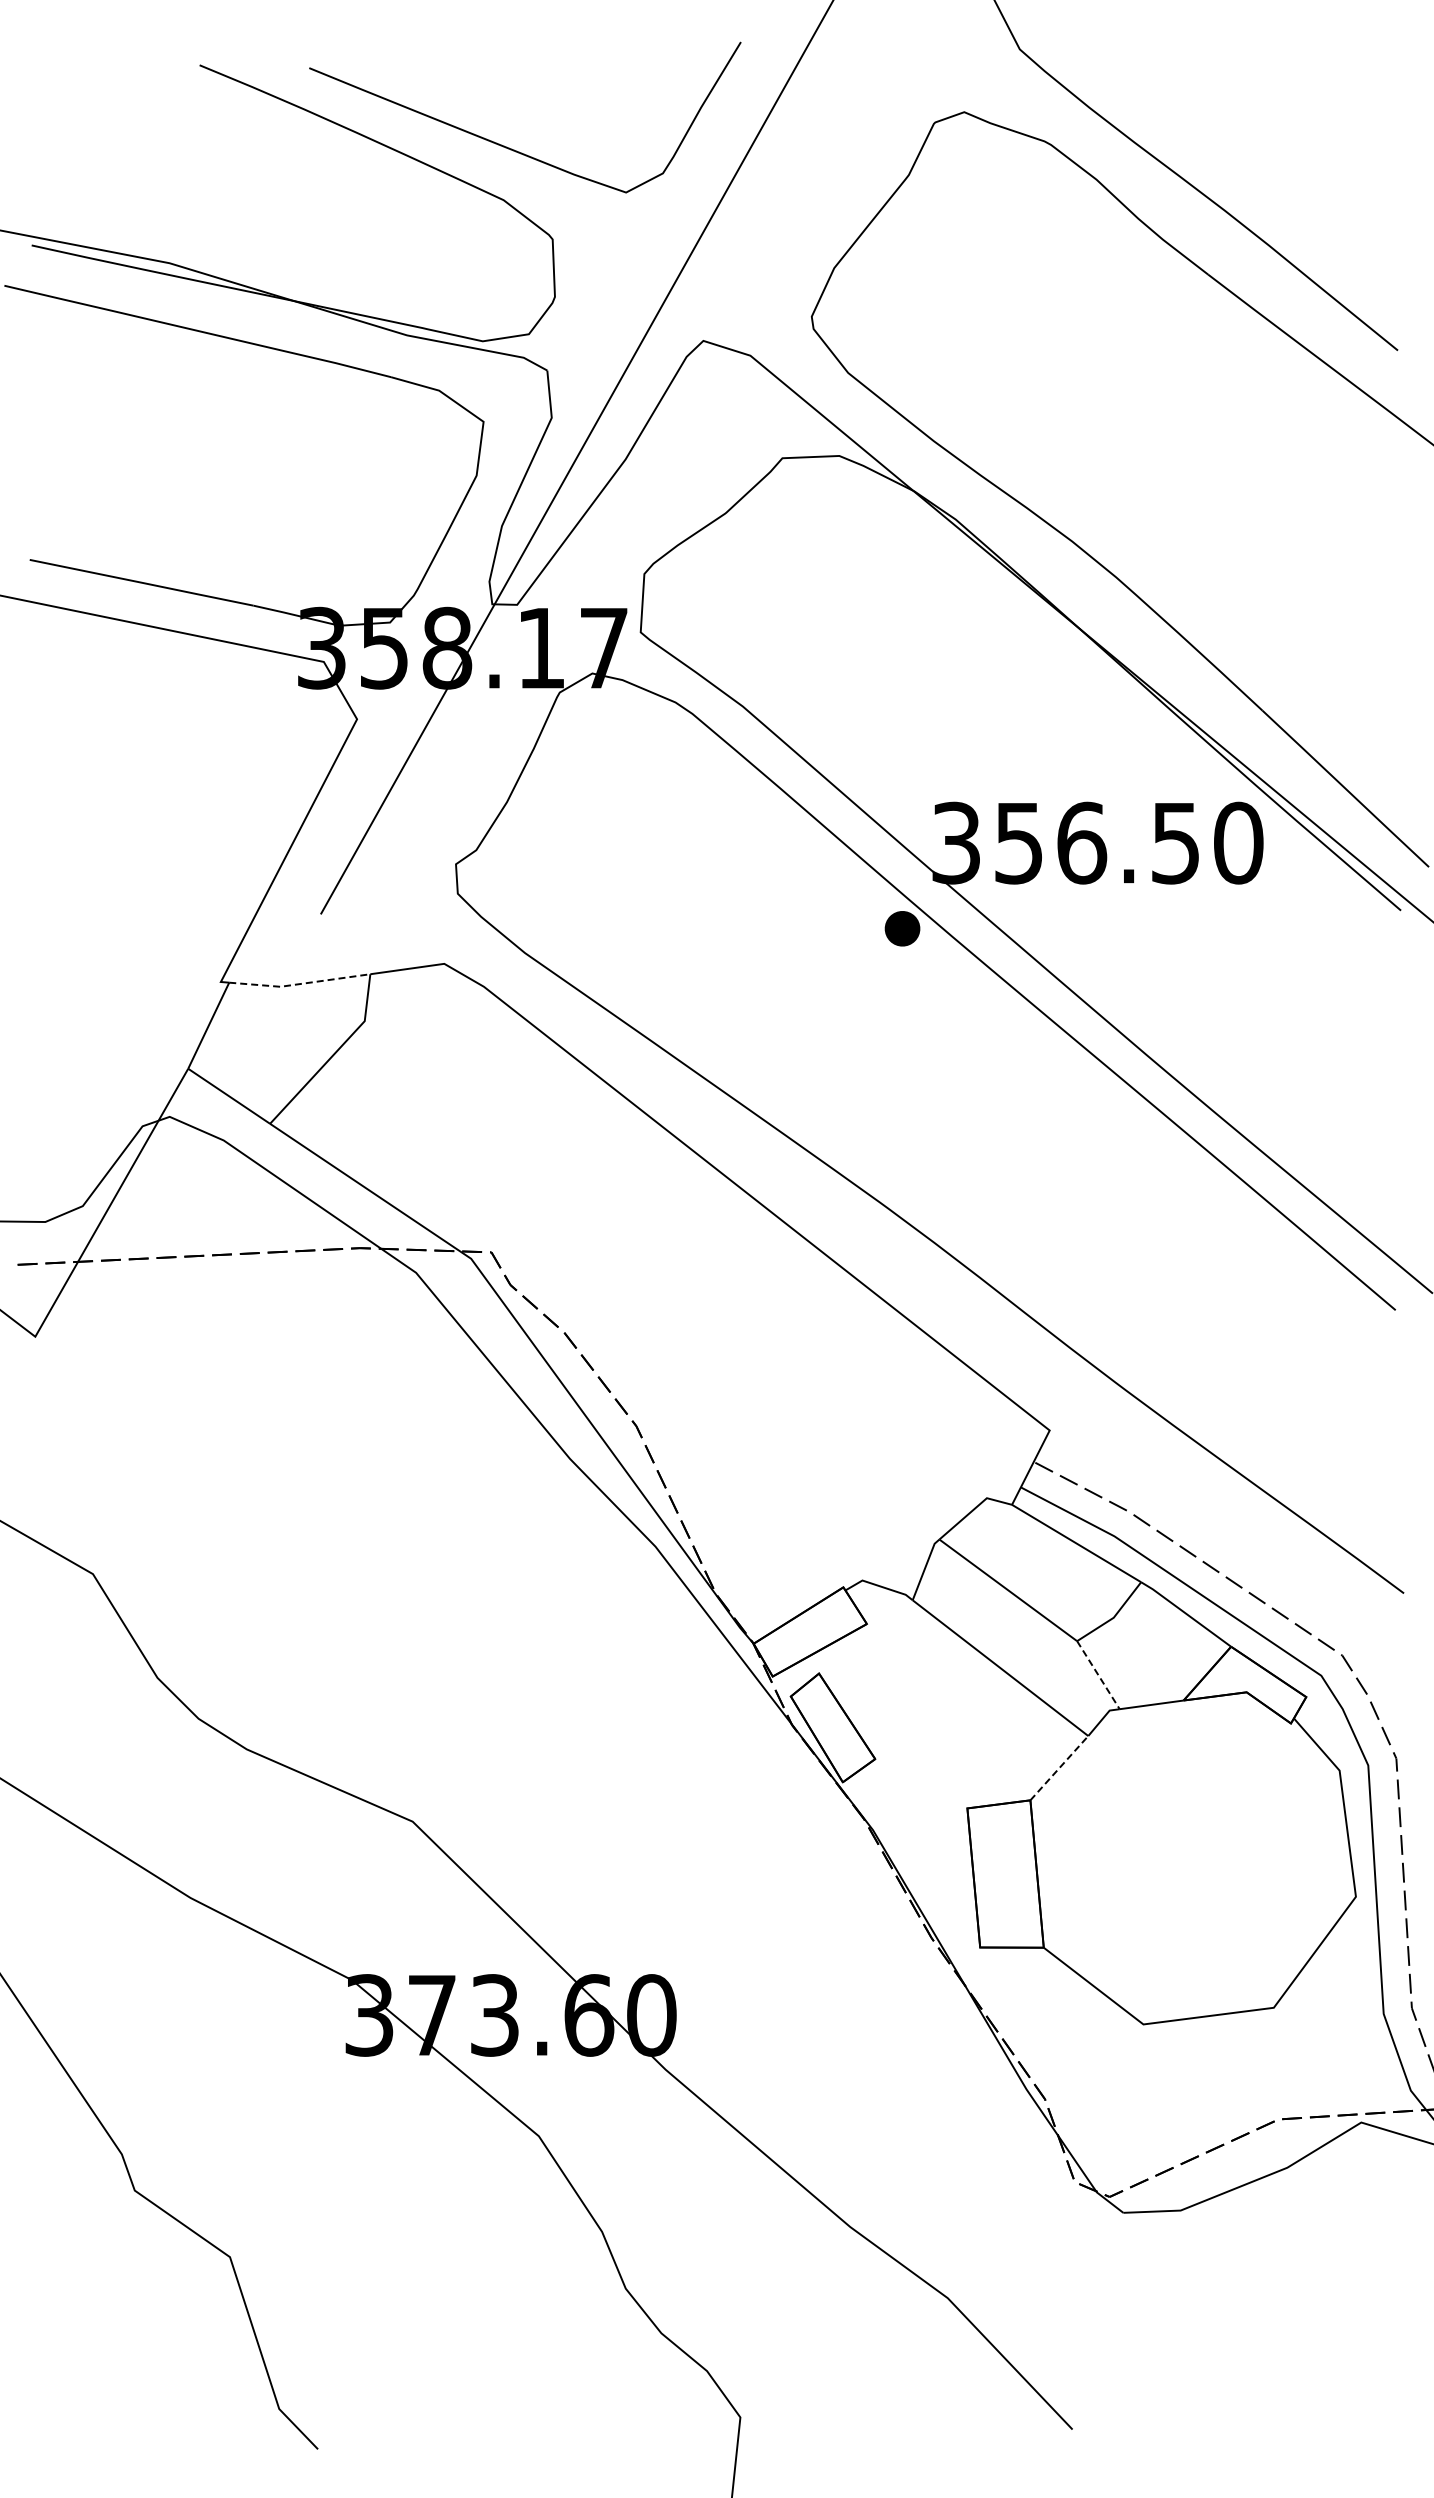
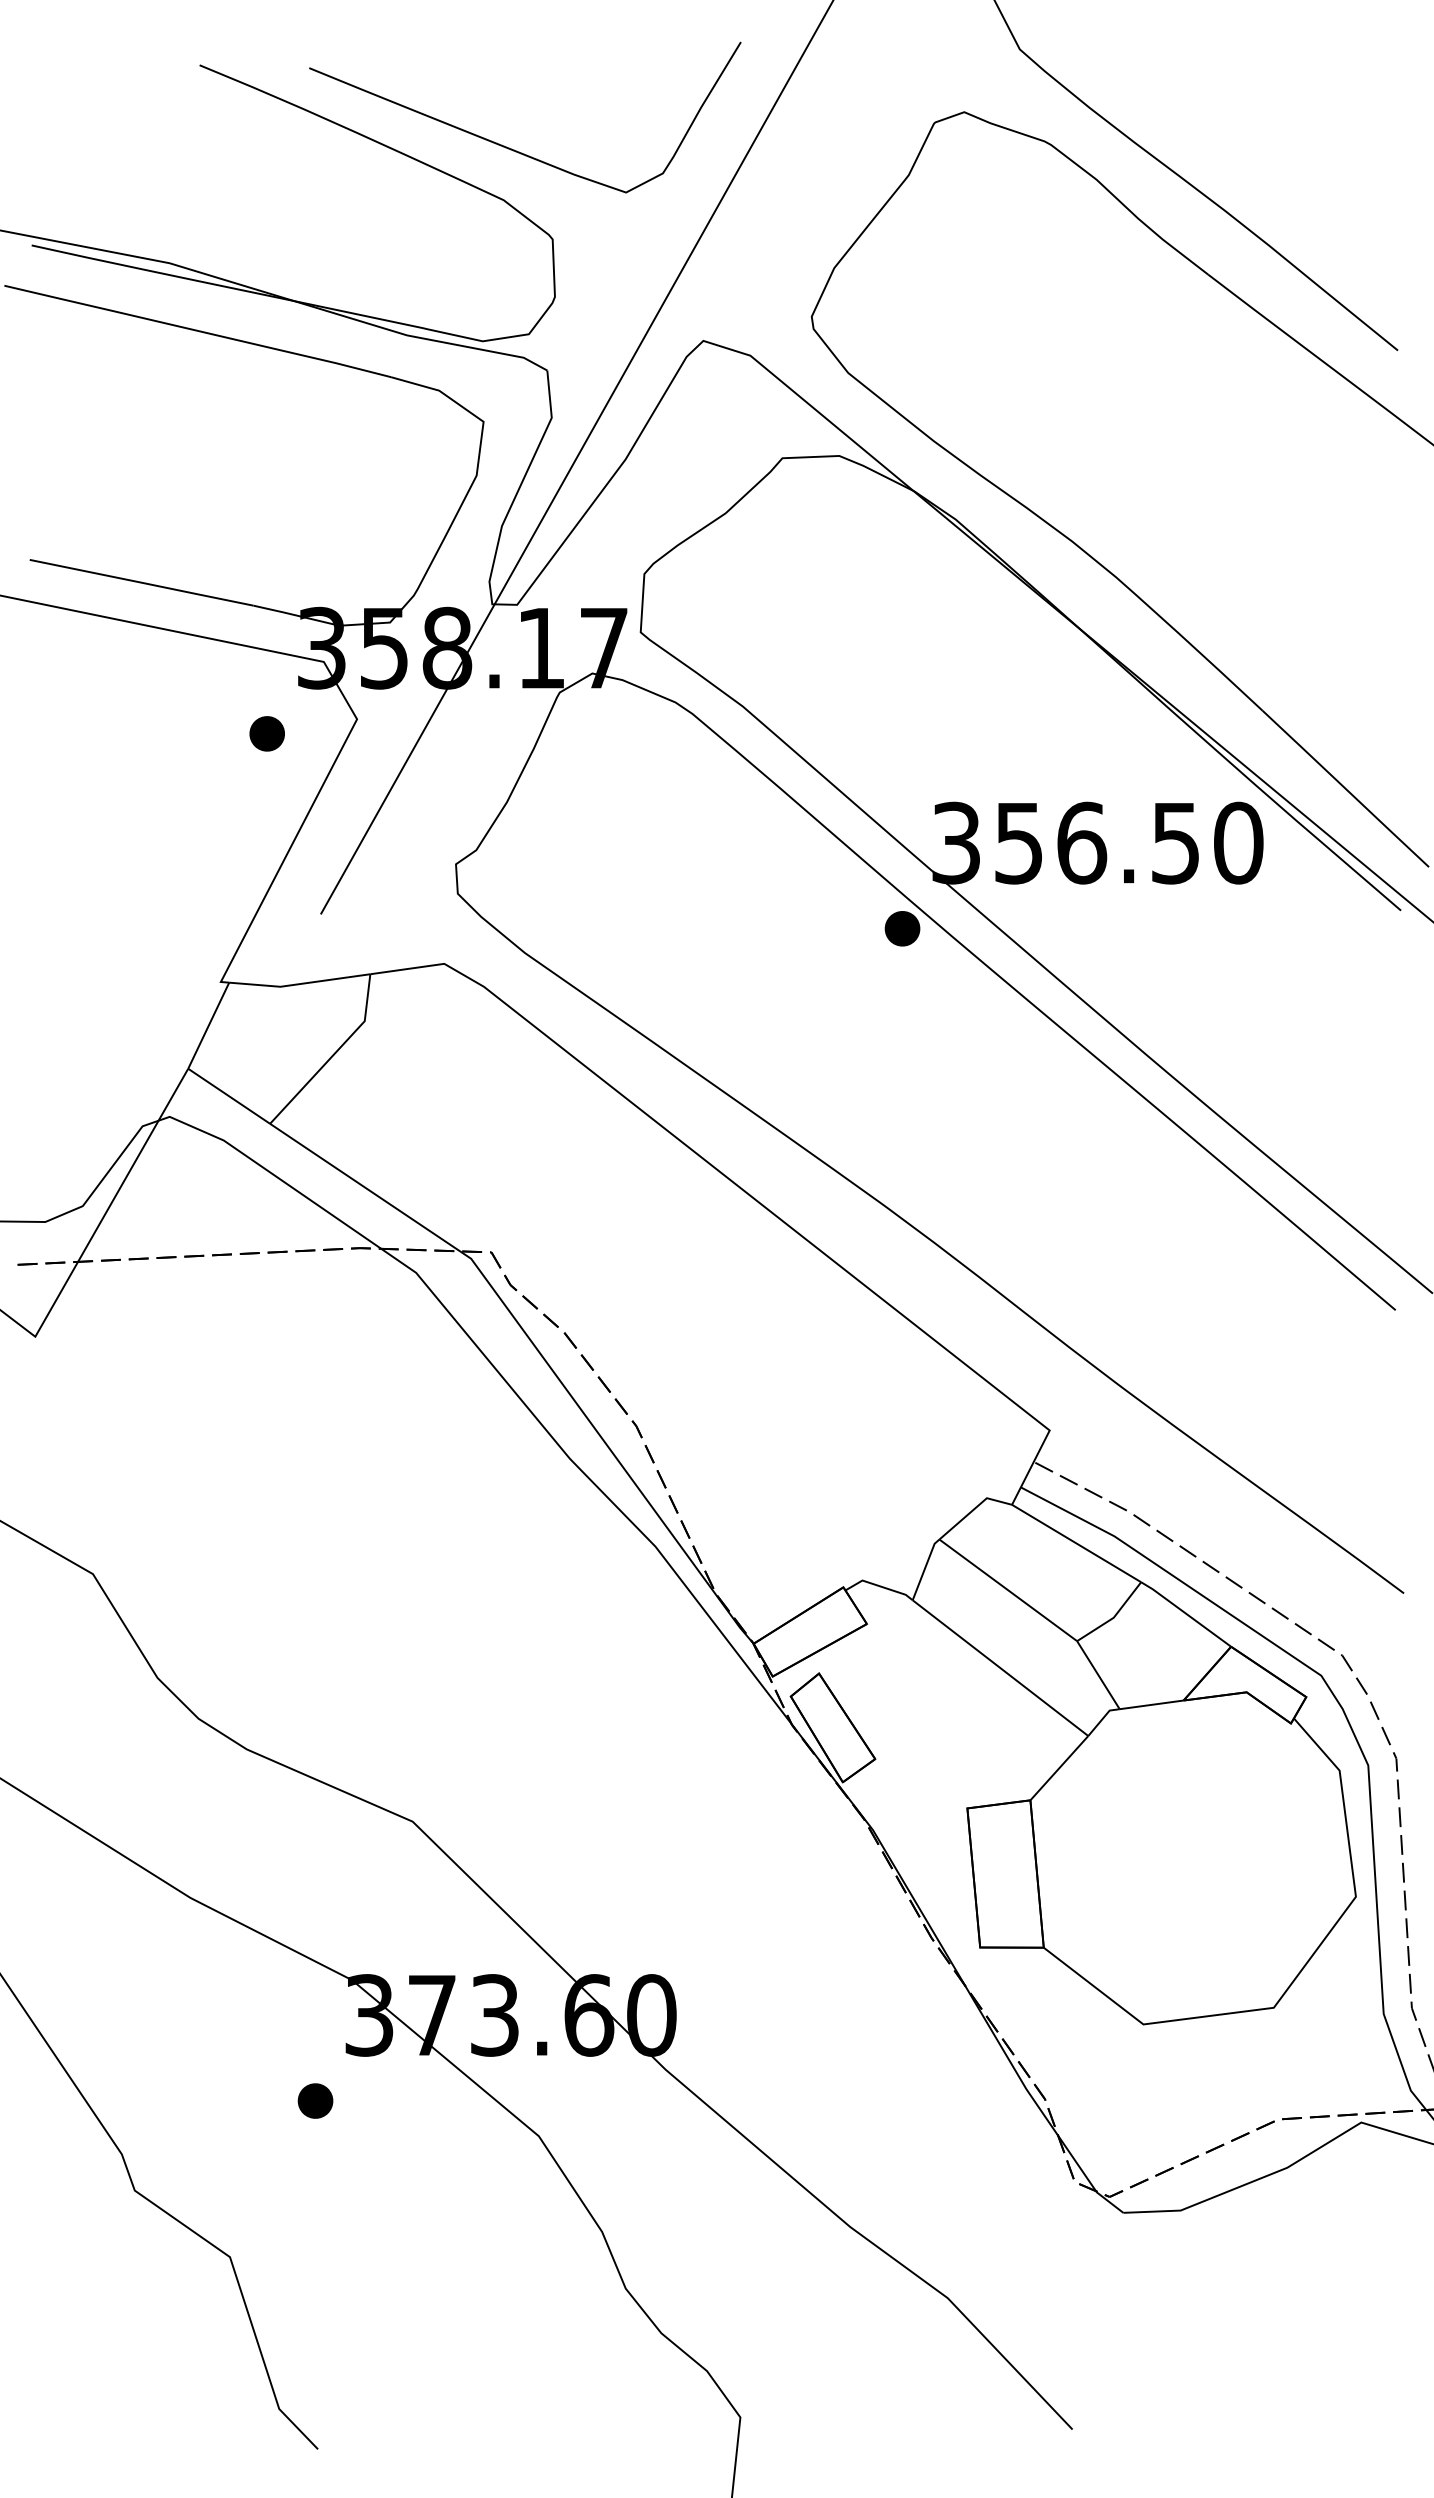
part at (266, 733): none -> present
line at (299, 984): dashed -> solid
line at (1098, 1675): dashed -> solid
line at (1059, 1767): dashed -> solid
part at (315, 2100): none -> present
